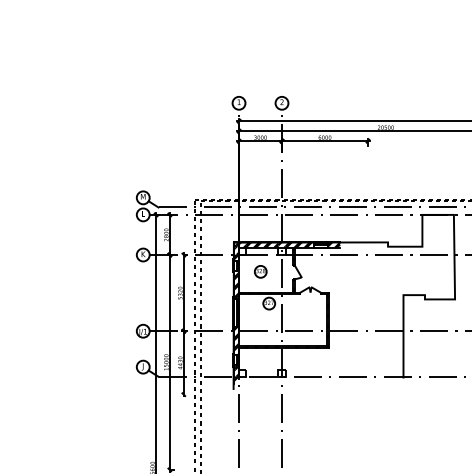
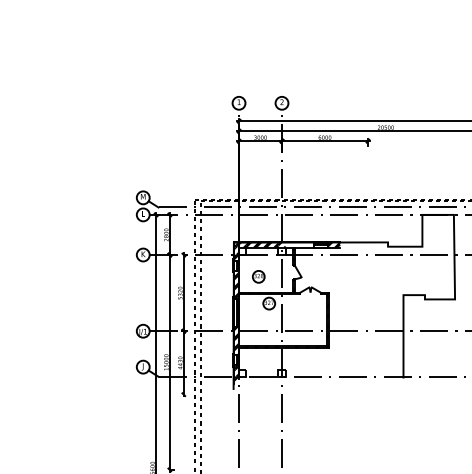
hatch at (298, 244): present -> none
part at (260, 271) position: (260, 271) -> (258, 276)
